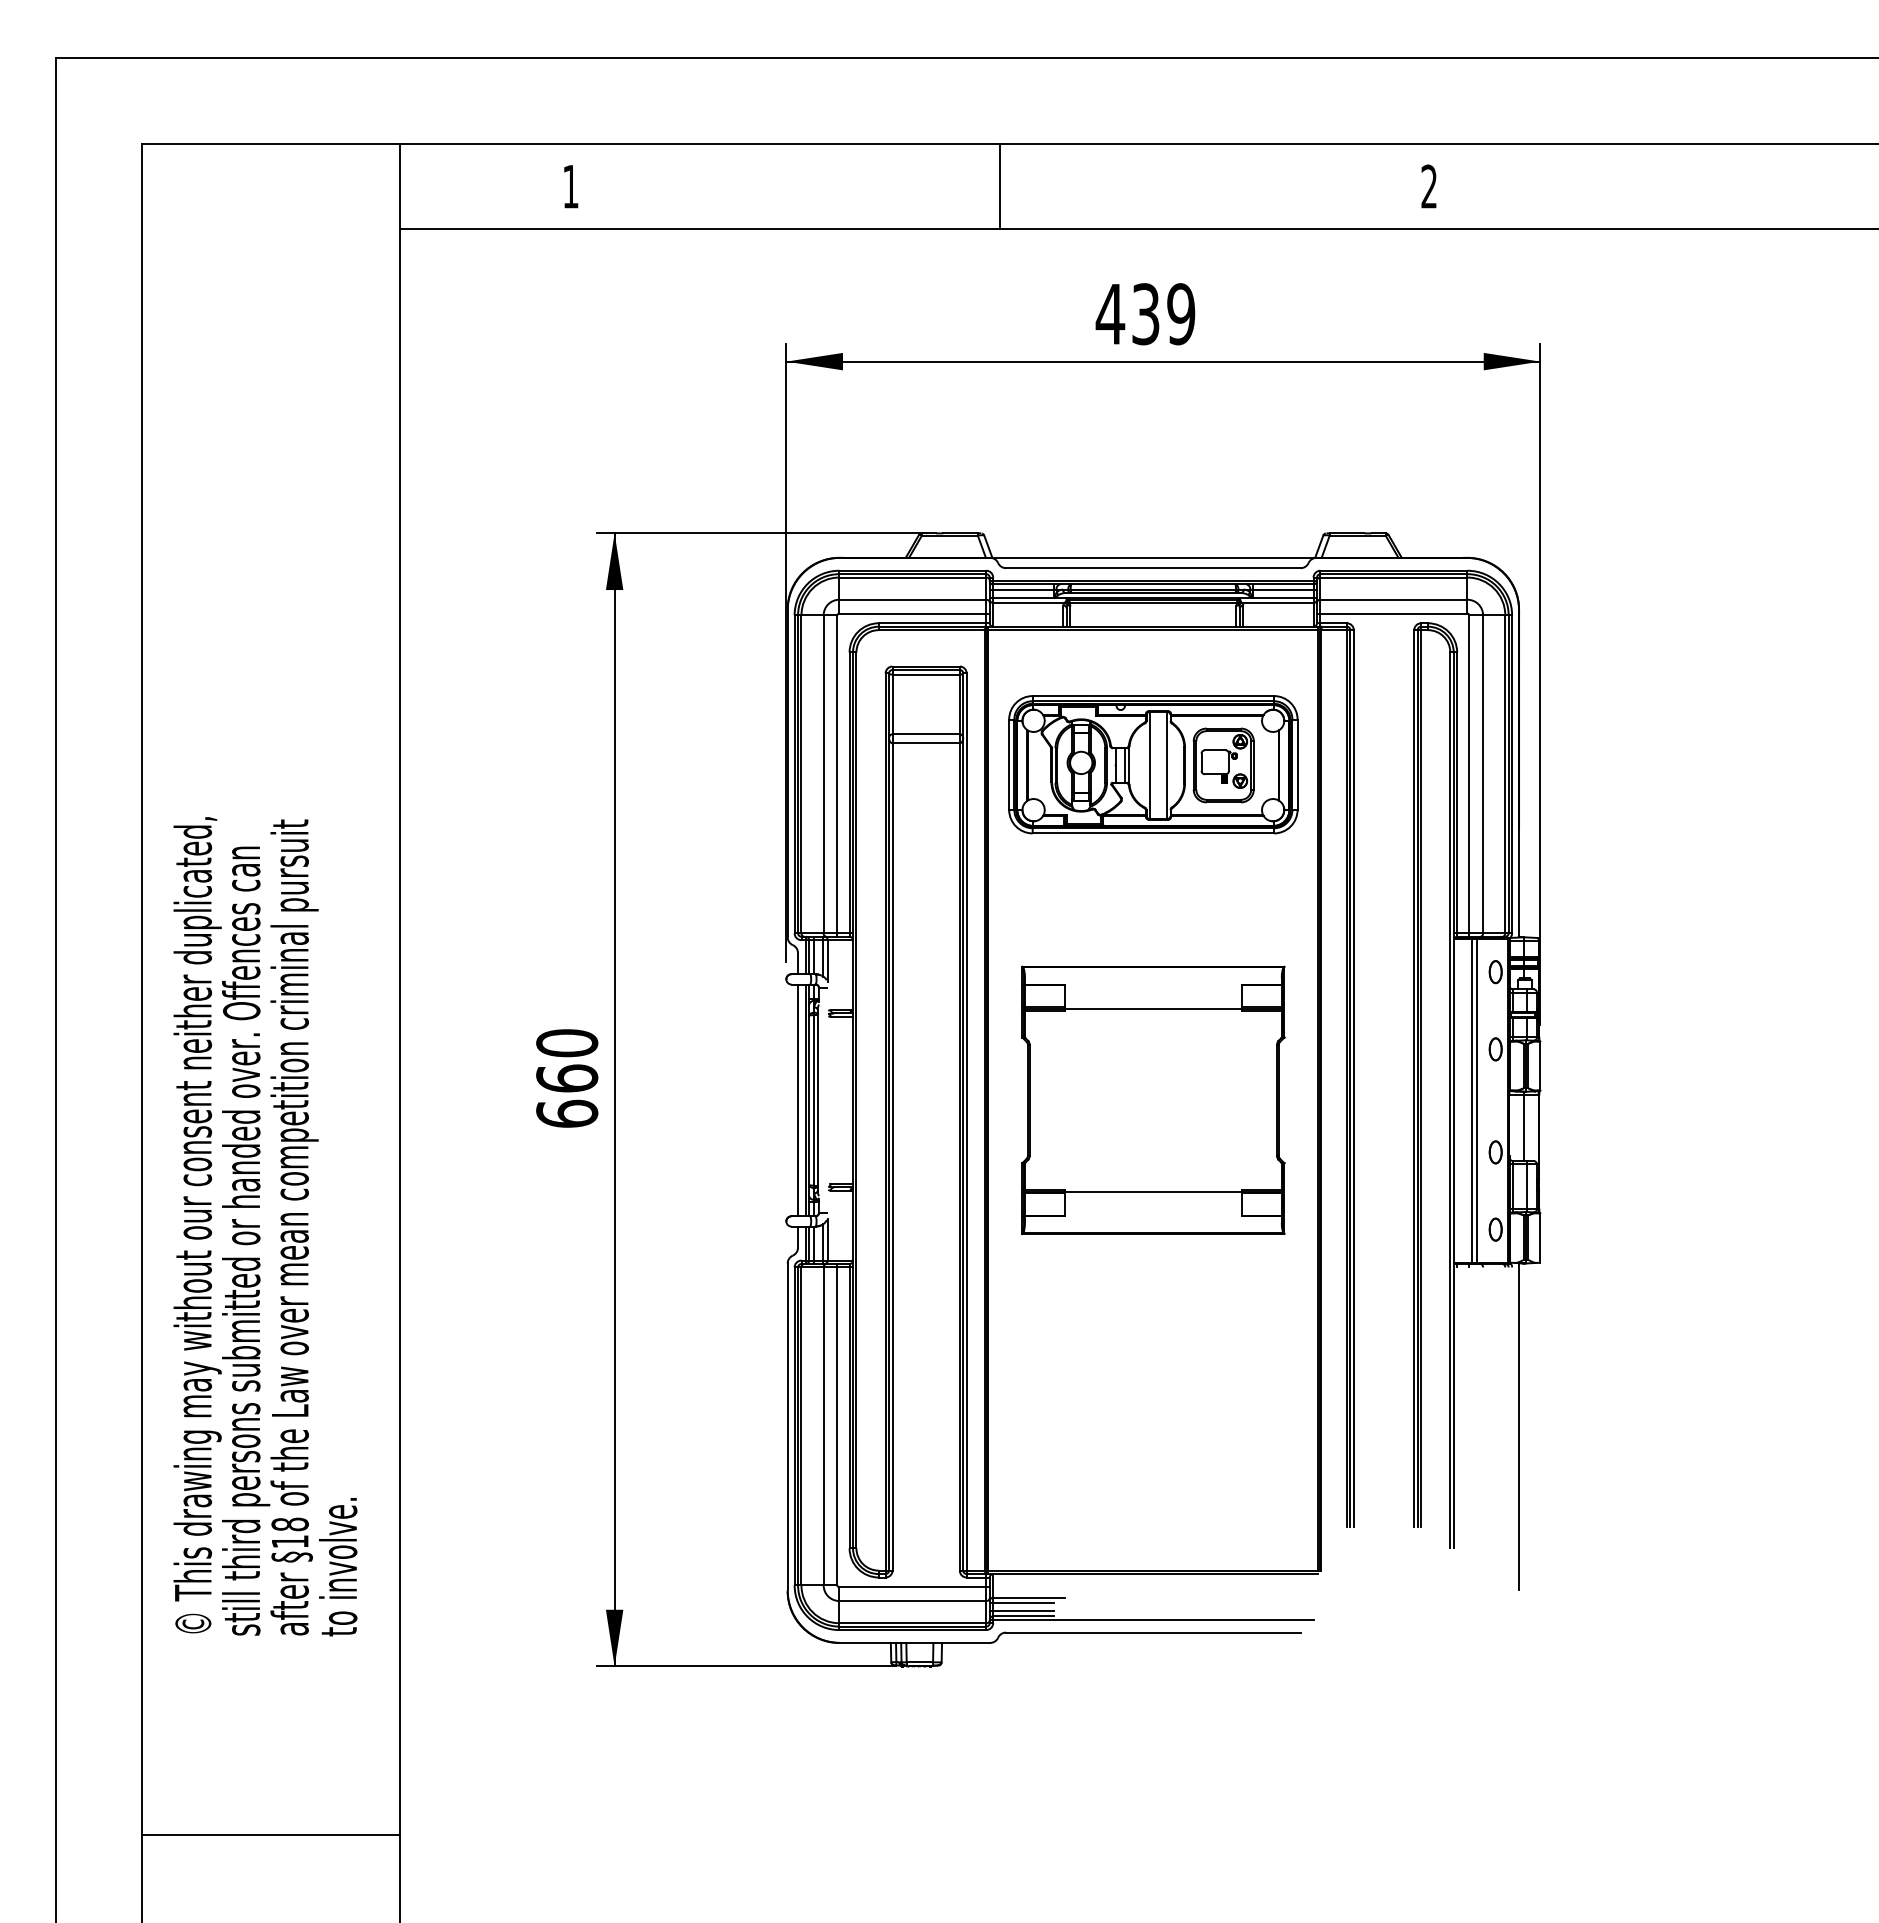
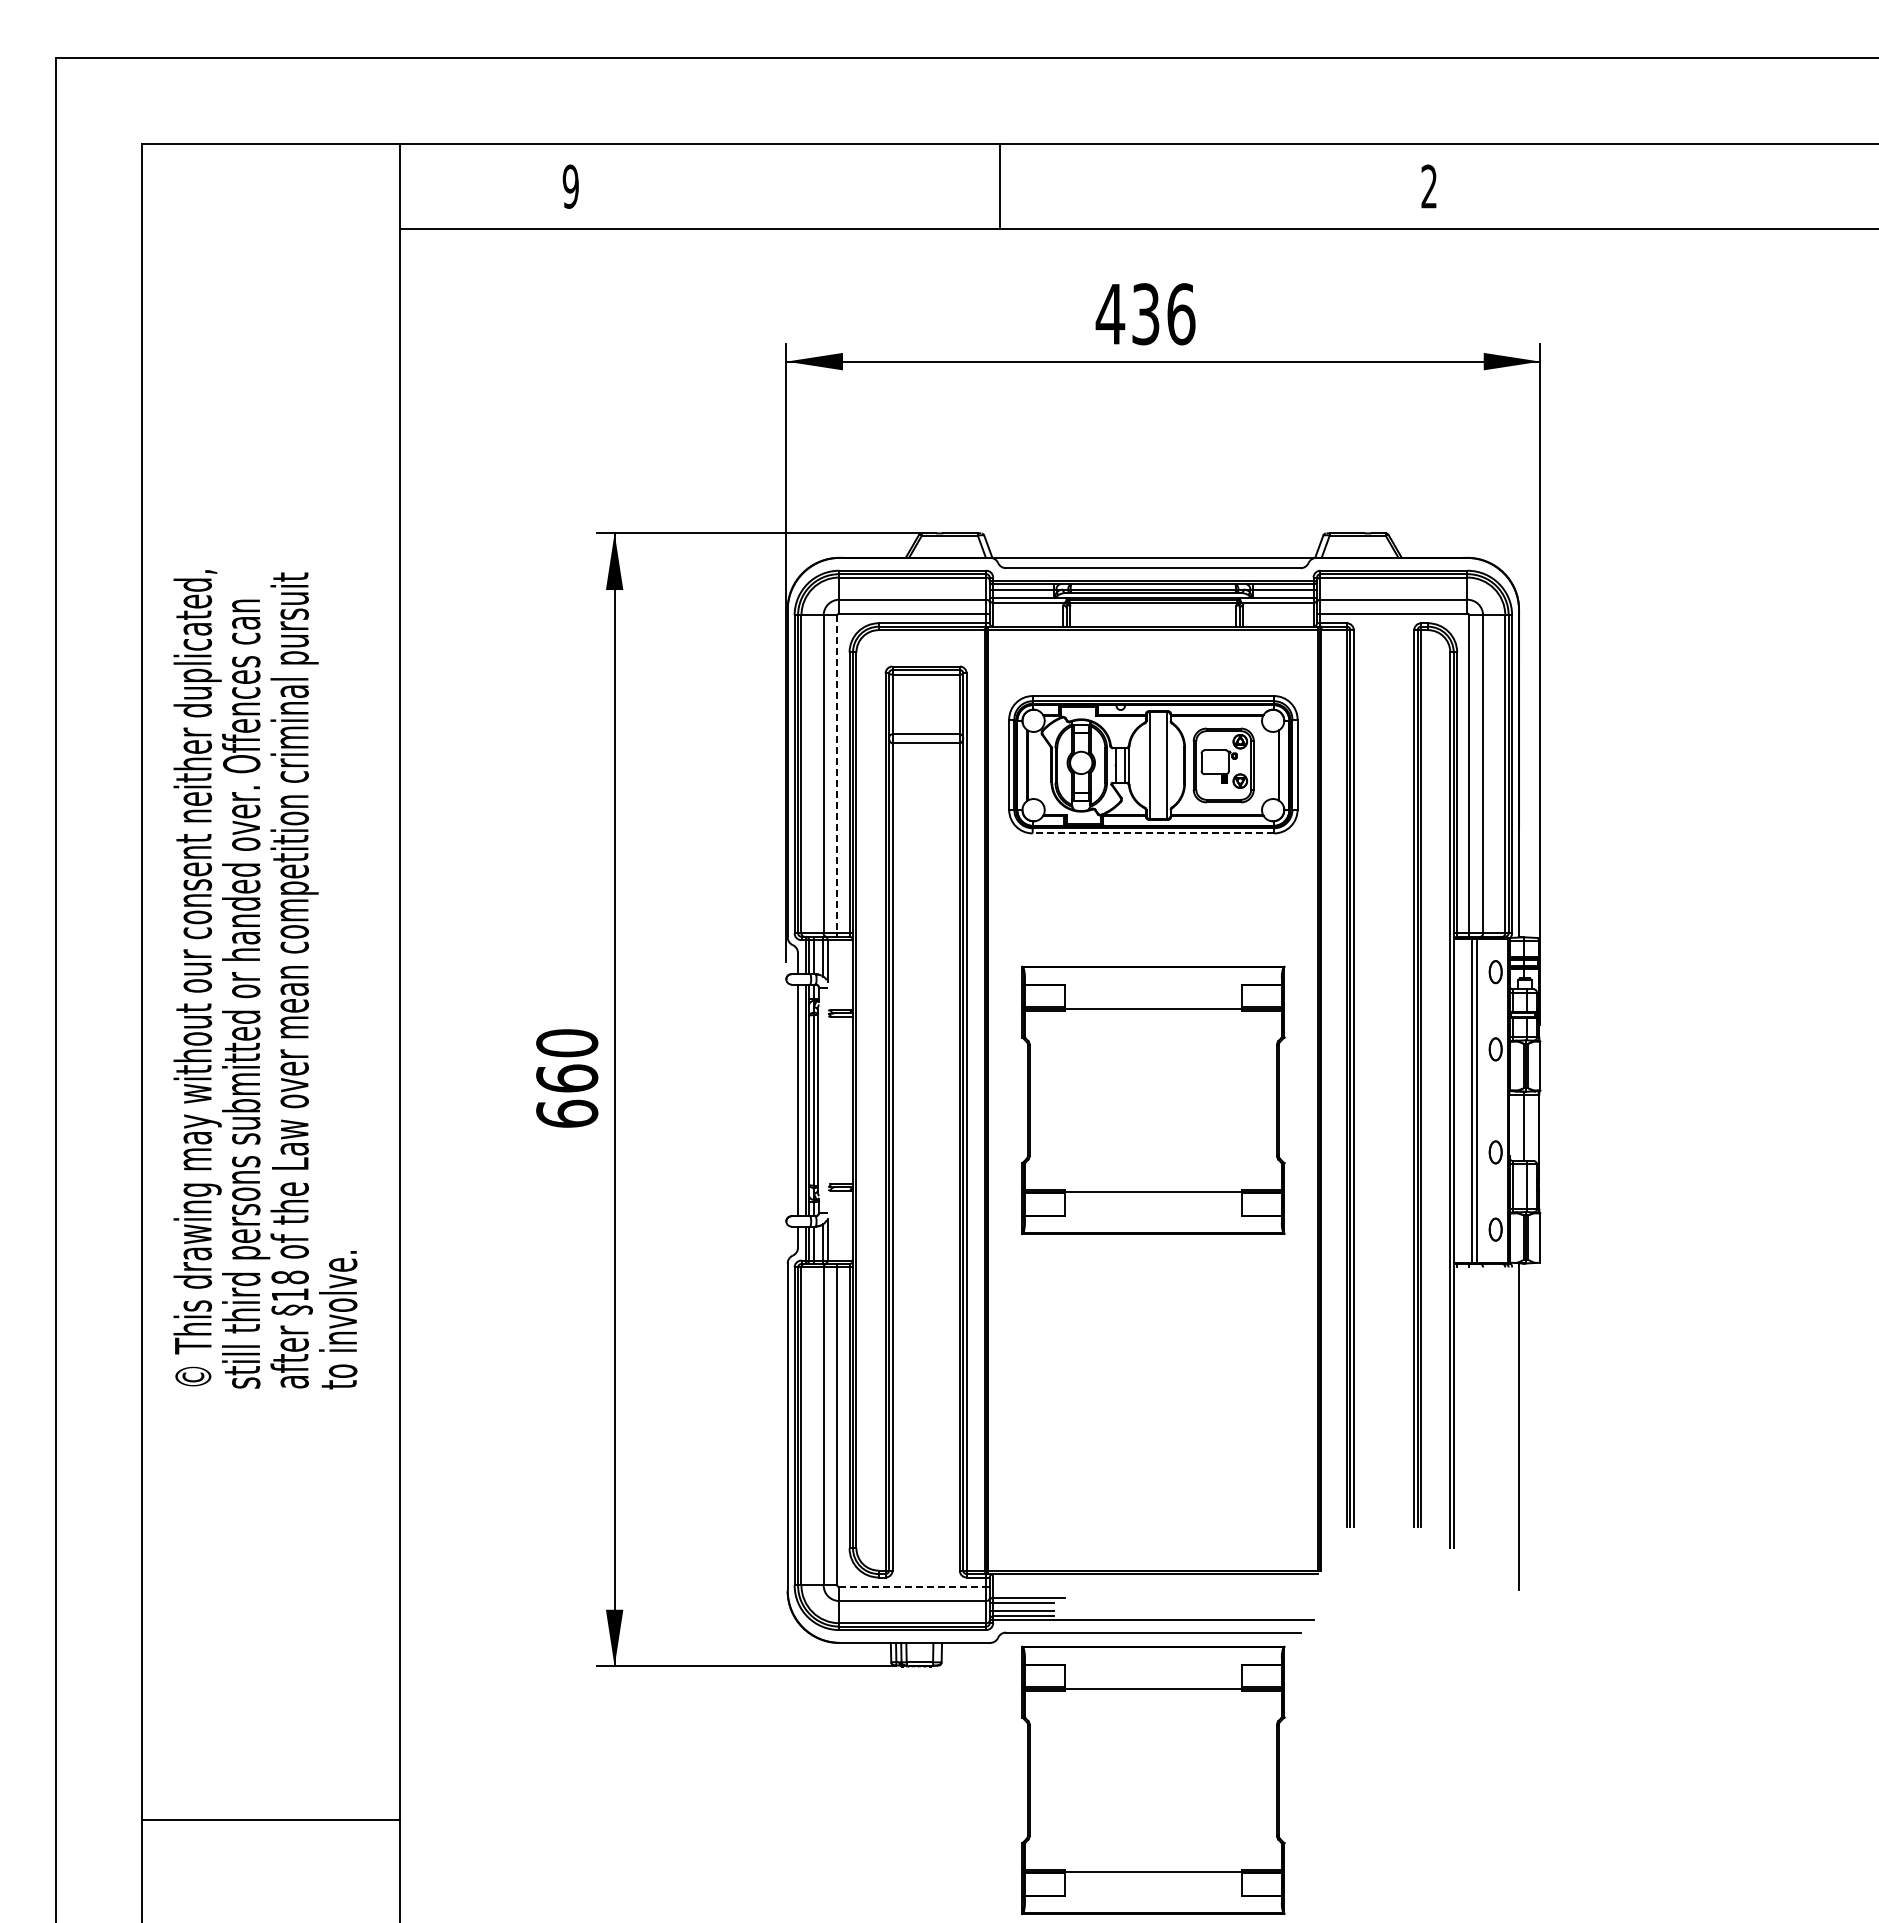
text at (570, 186): 1 -> 9
text at (1181, 314): 439 -> 436
line at (837, 774): solid -> dashed
line at (1153, 833): solid -> dashed
text at (265, 1226) position: (265, 1226) -> (265, 979)
line at (912, 1587): solid -> dashed
part at (1153, 1779): none -> present
line at (270, 1834) position: (270, 1834) -> (270, 1819)
